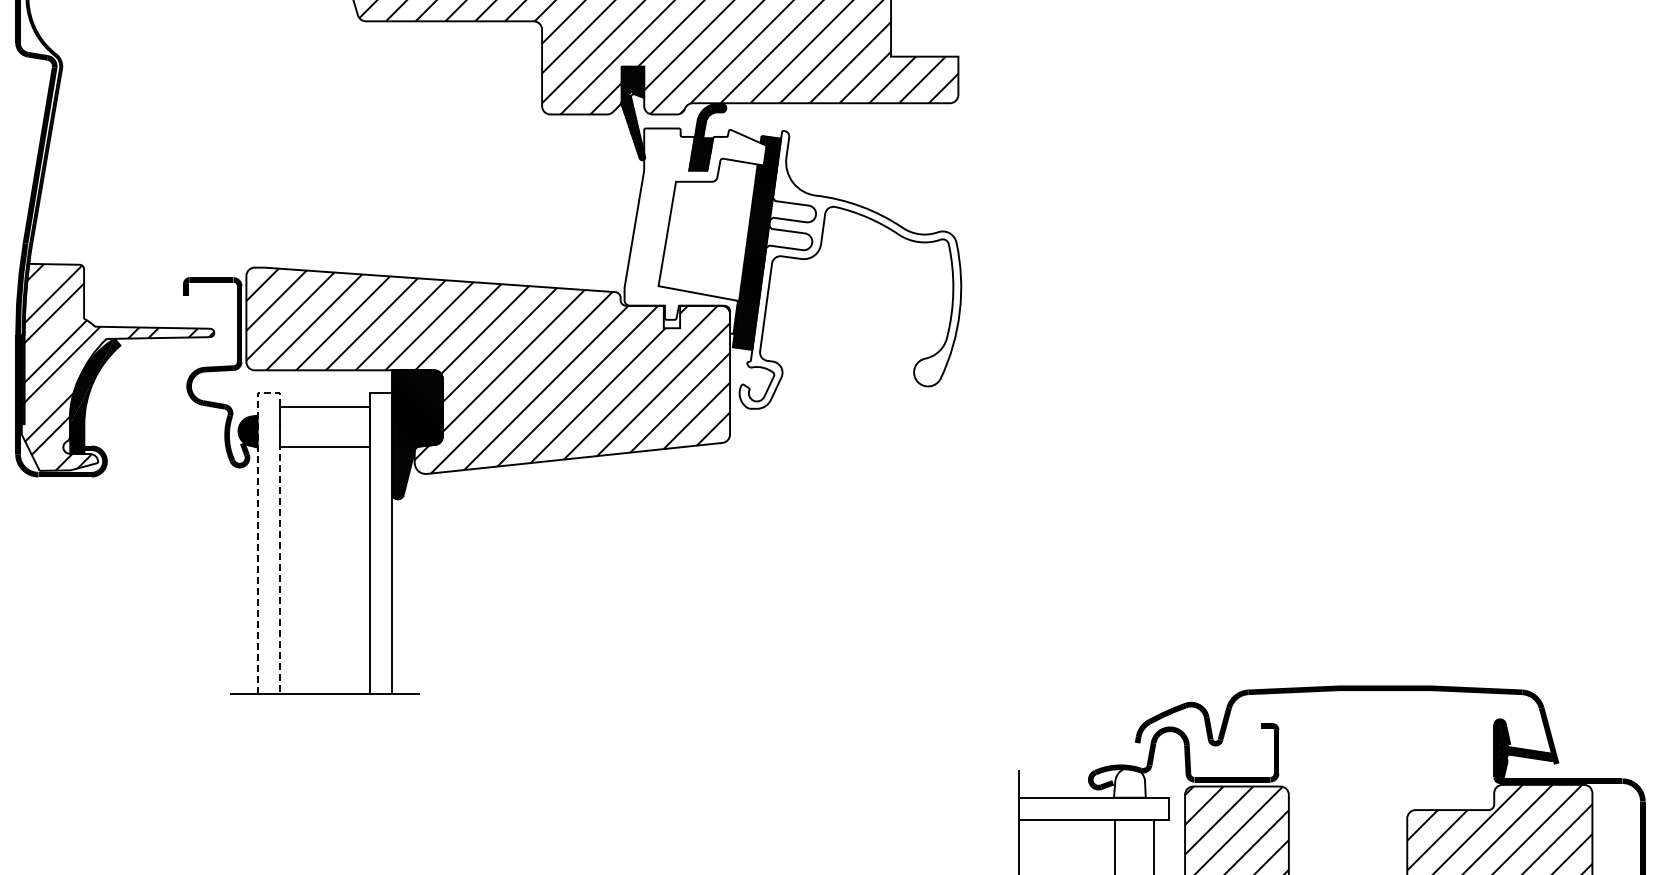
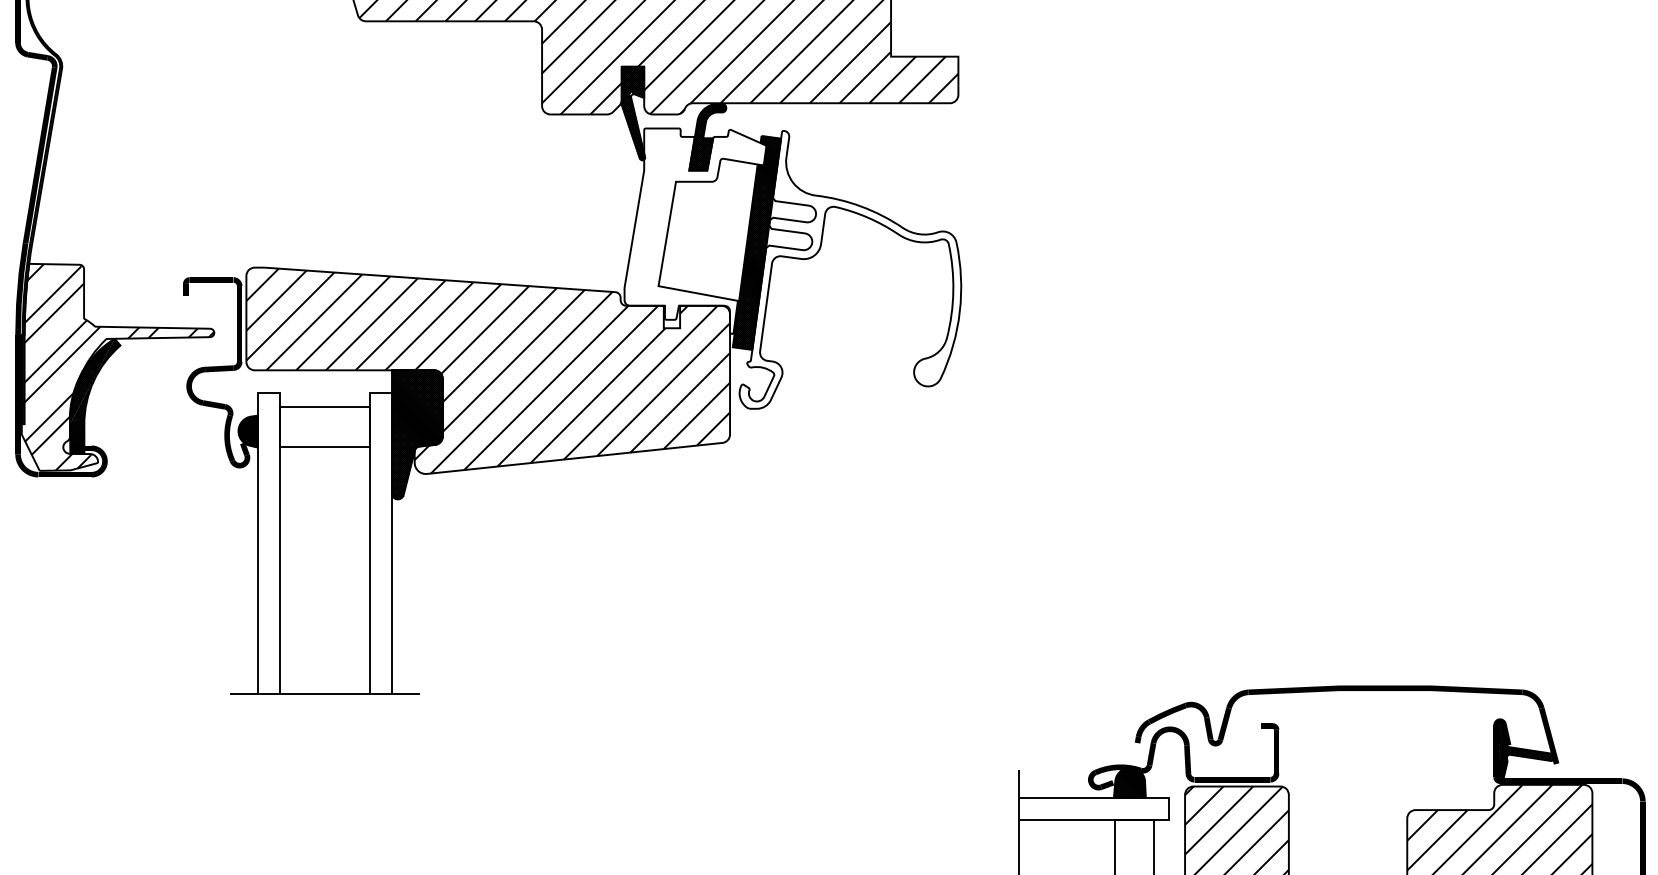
line at (269, 392): dashed -> solid
hatch at (1129, 782): none -> present
